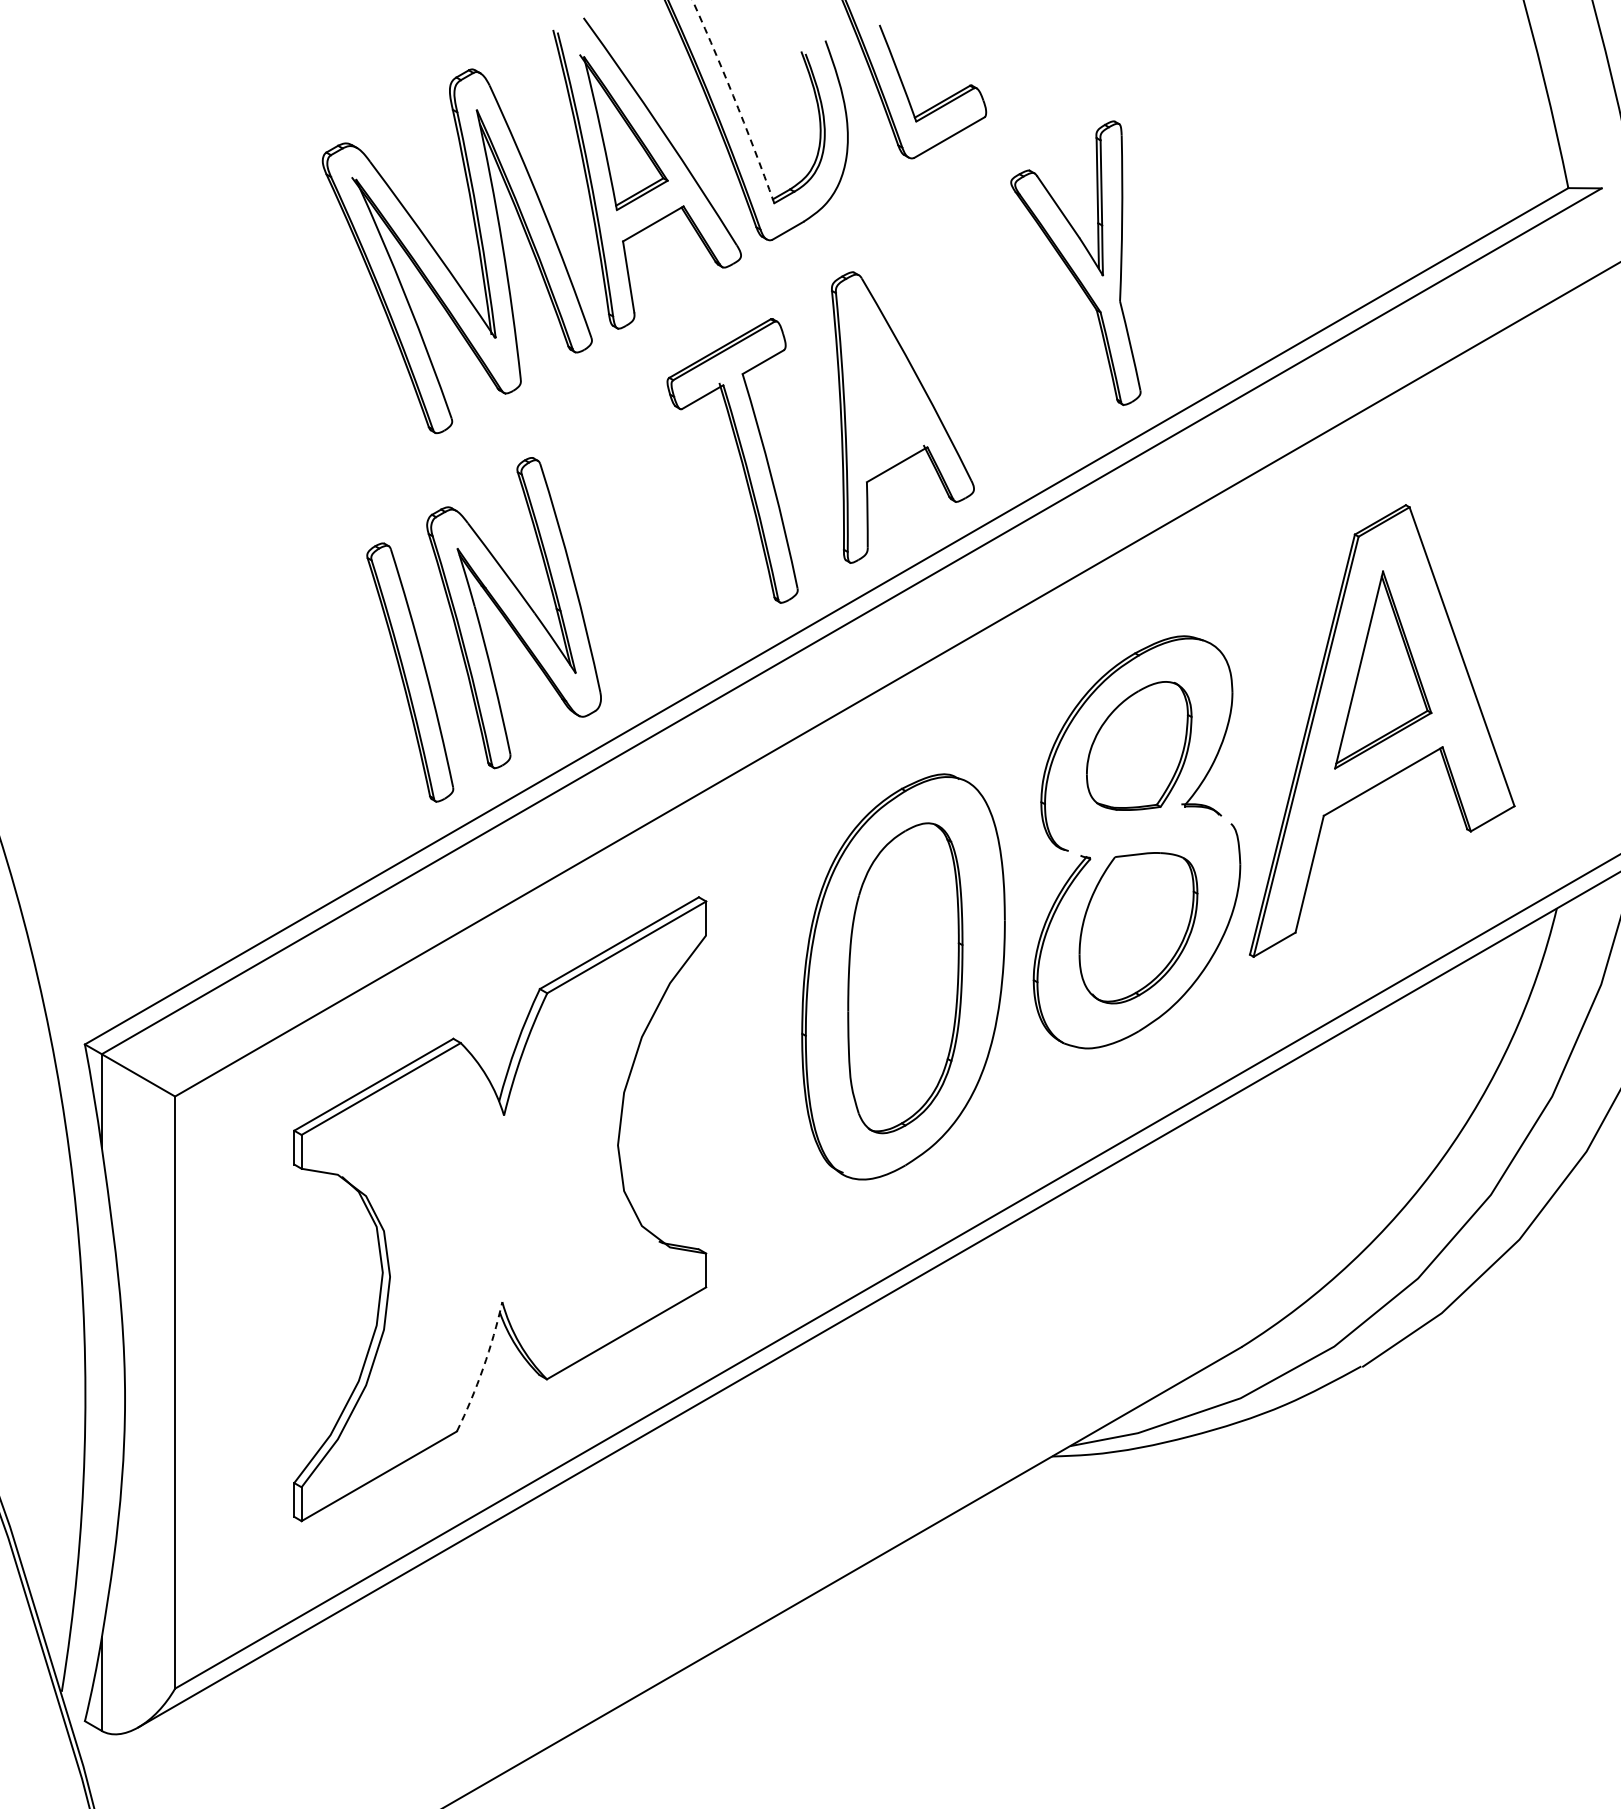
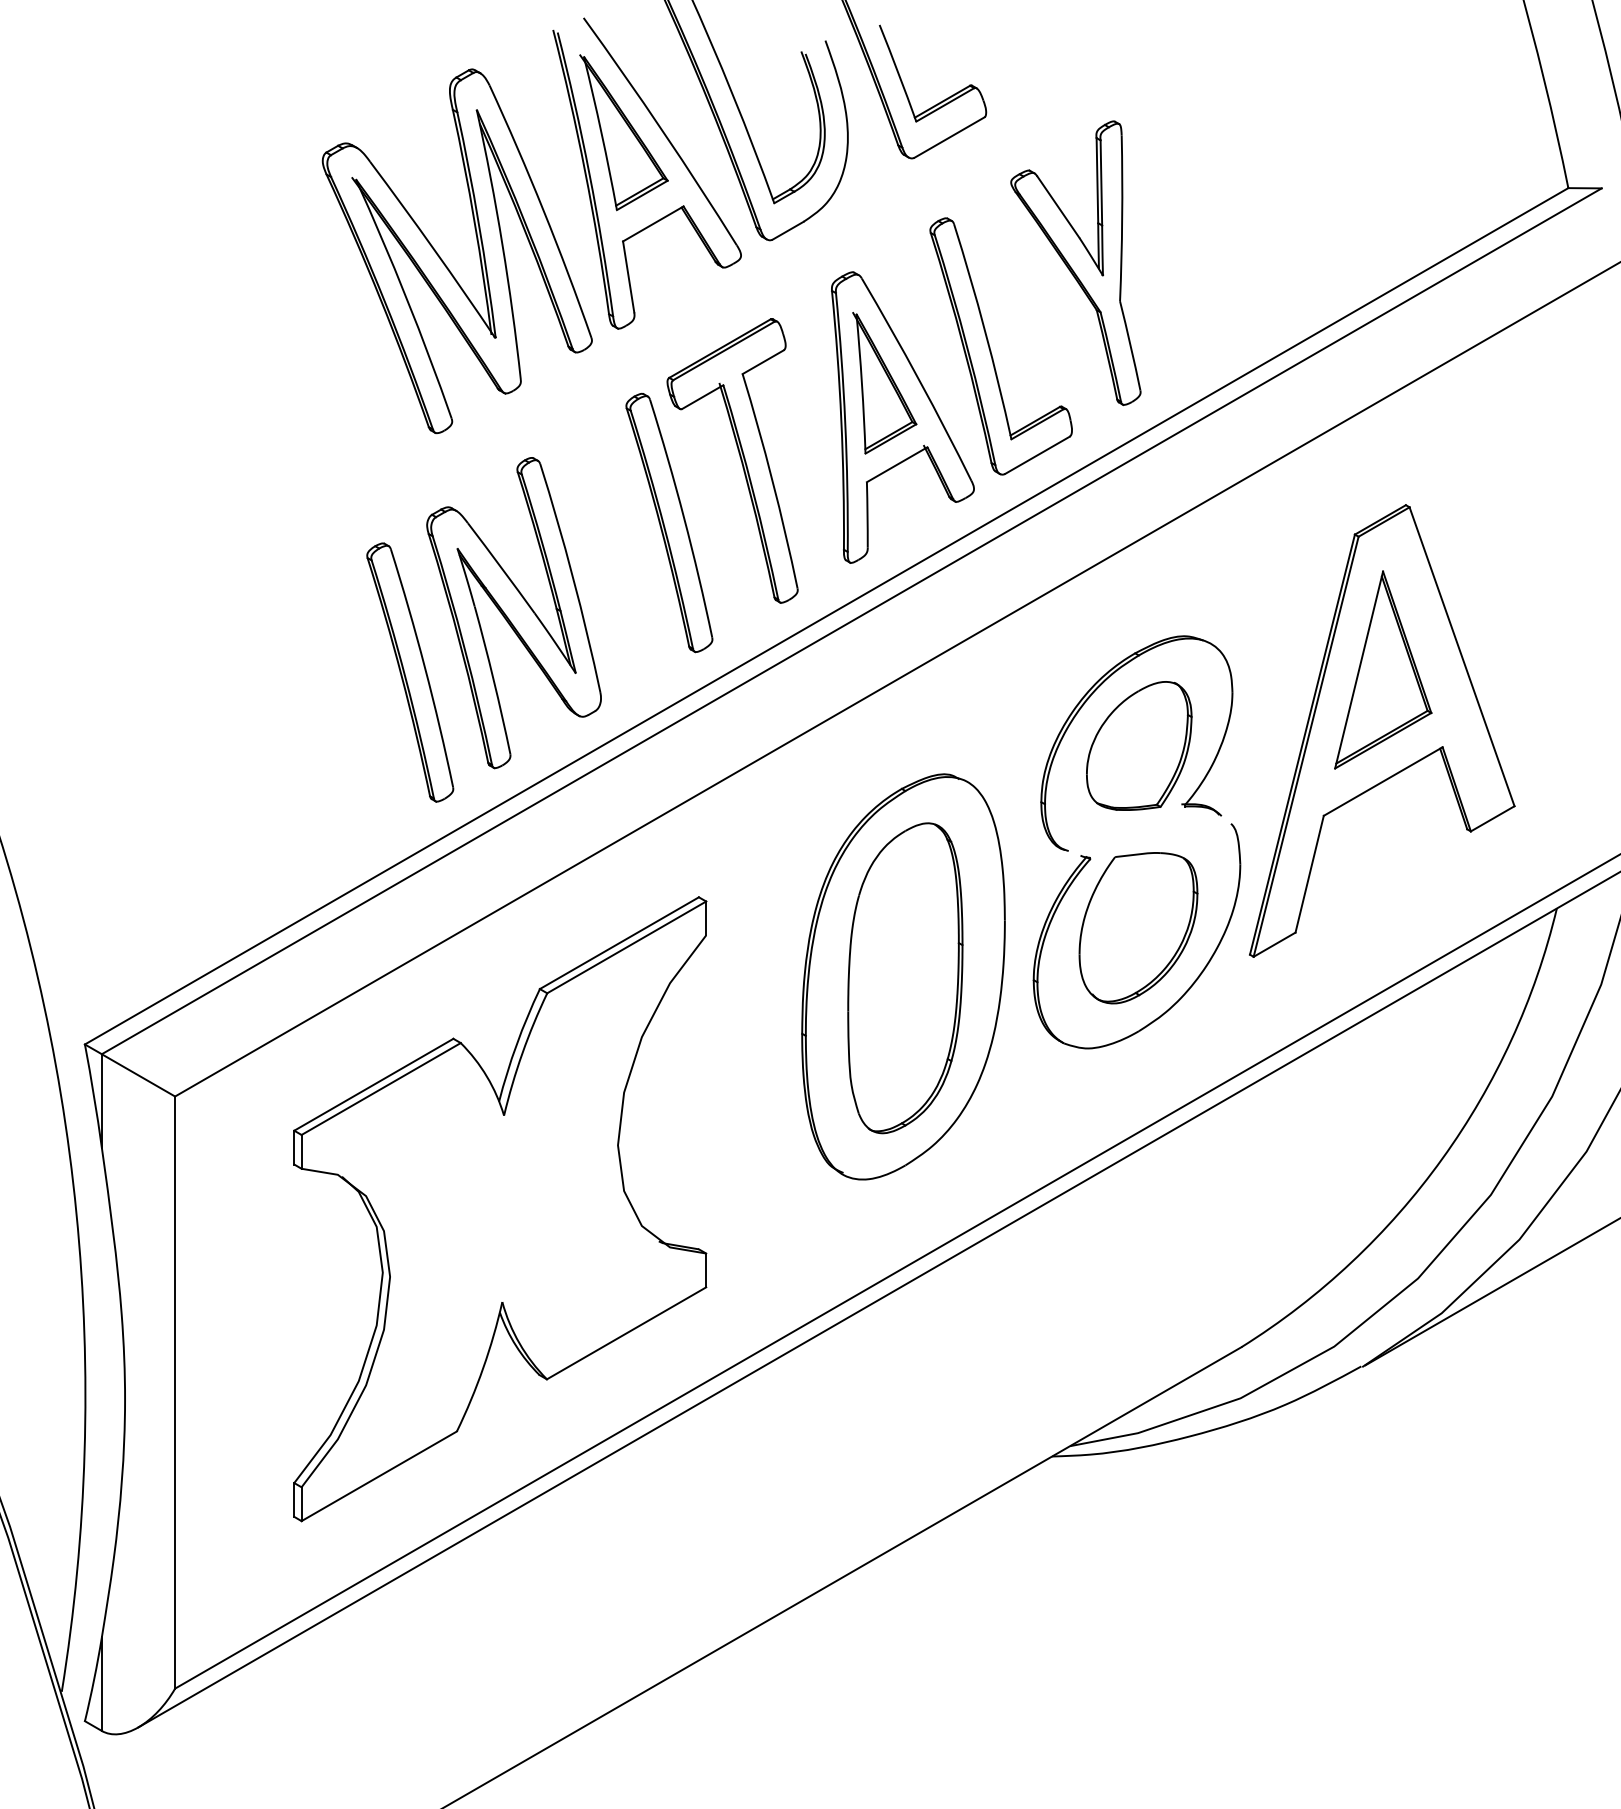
arc at (734, 100): dashed -> solid
part at (991, 350): none -> present
part at (884, 383): none -> present
part at (669, 522): none -> present
line at (1491, 1292): none -> present
arc at (483, 1368): dashed -> solid
